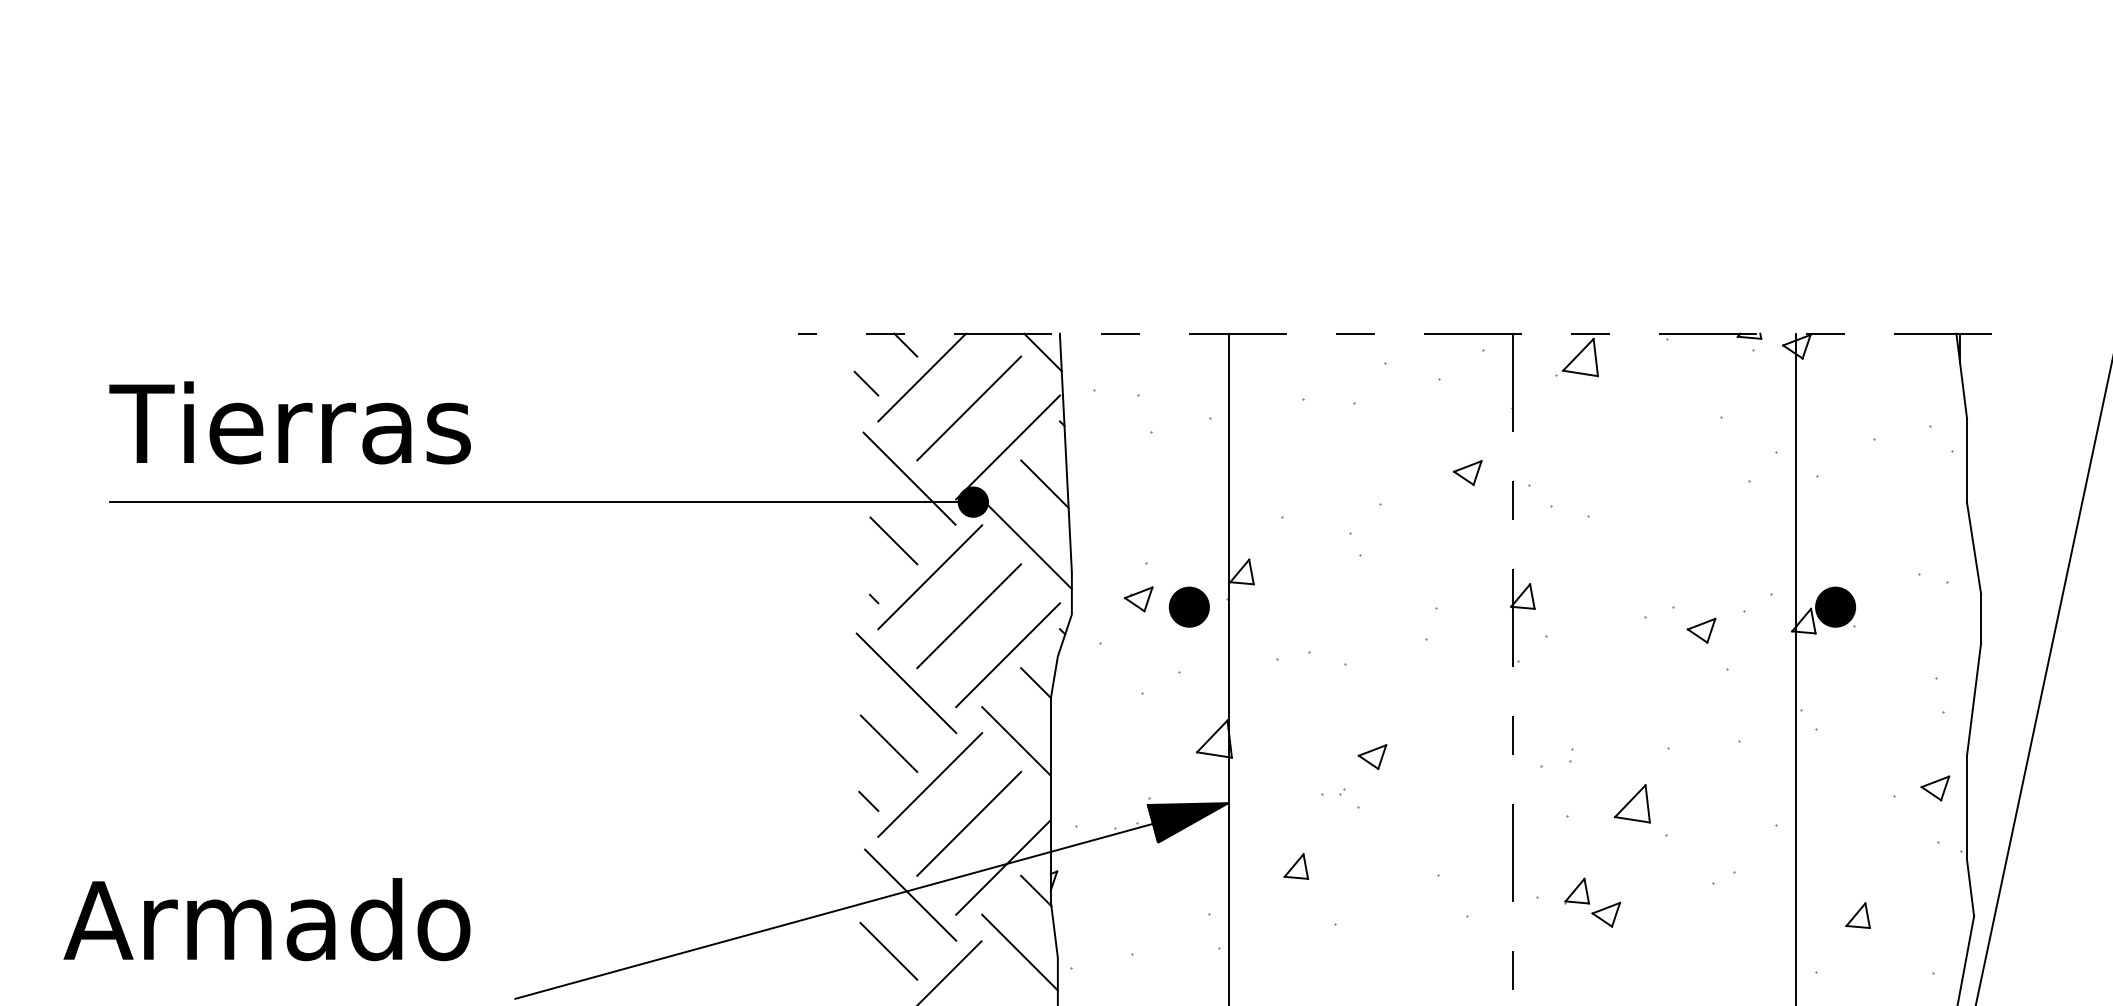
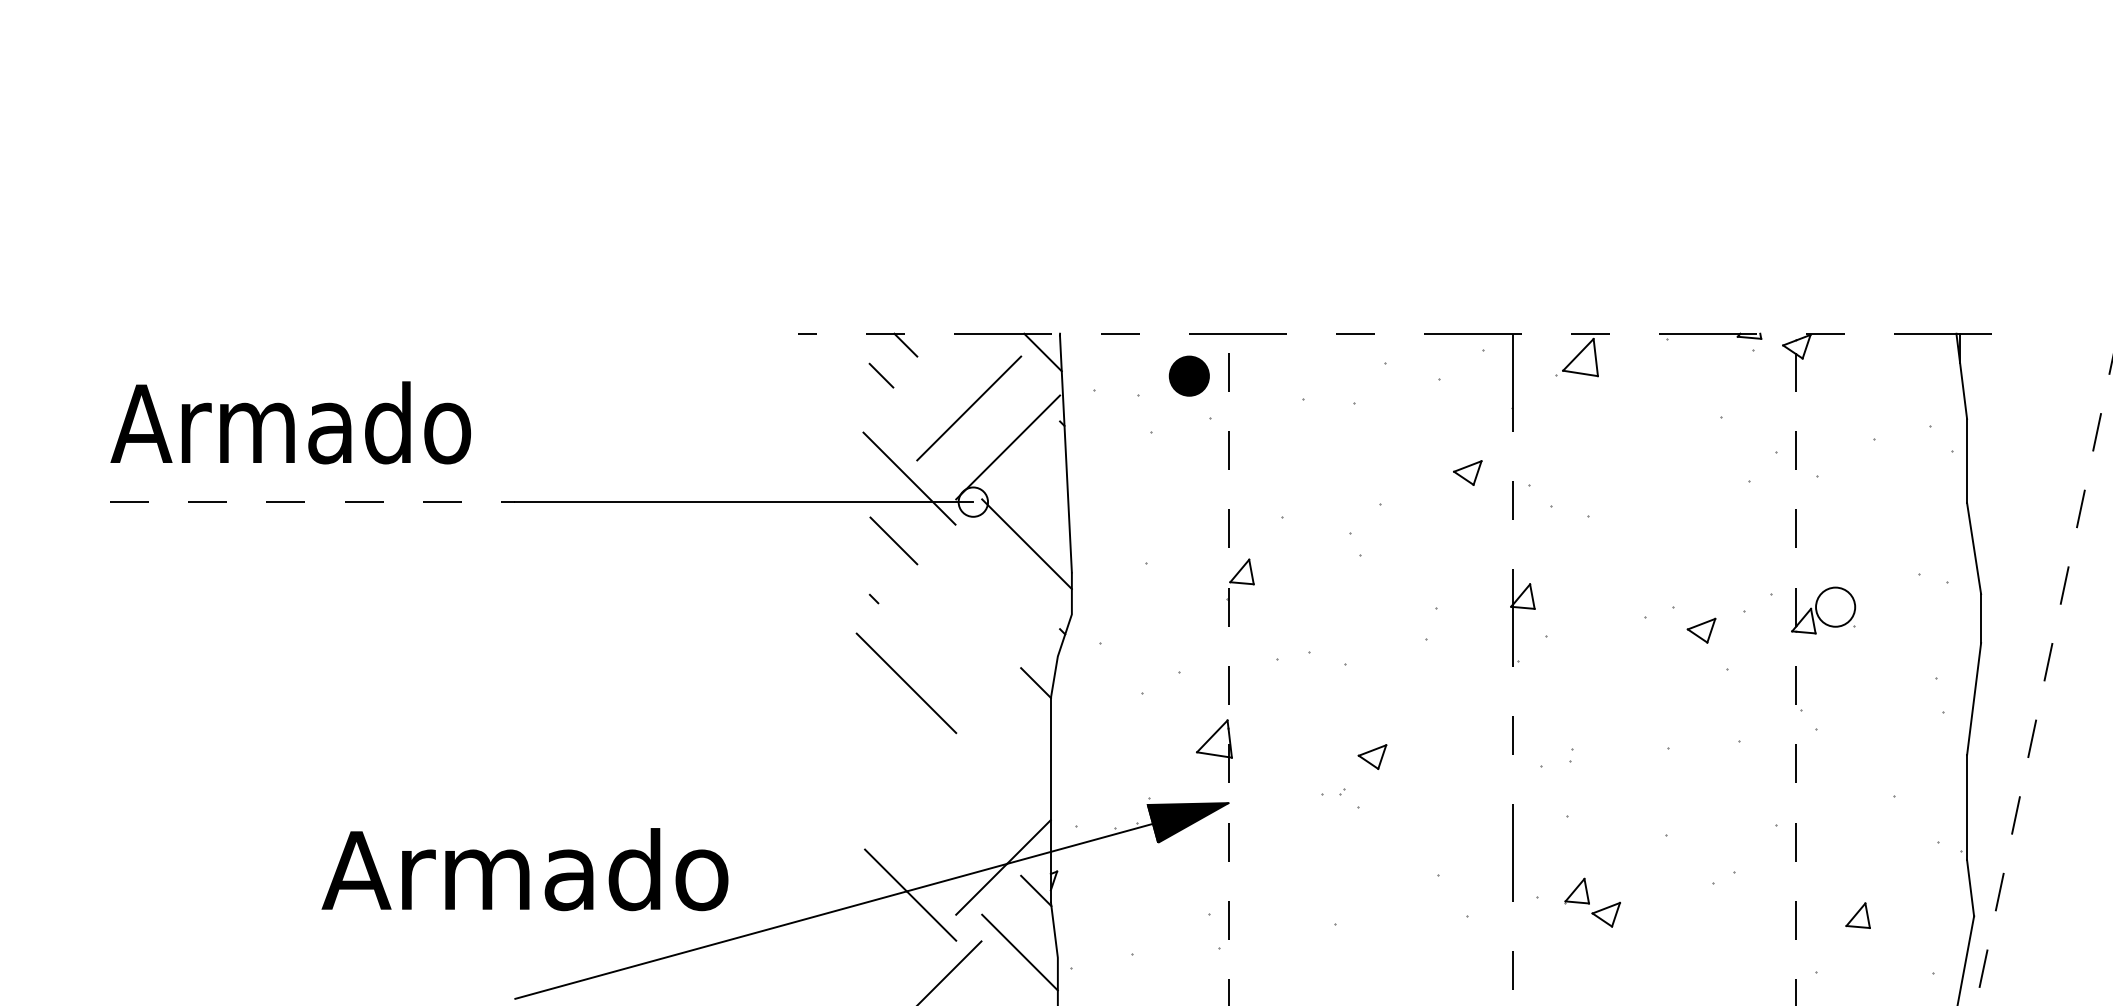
line at (922, 377): present -> none
line at (866, 383) position: (866, 383) -> (881, 375)
text at (290, 422): Tierras -> Armado
line at (1044, 483): present -> none
fill at (973, 501): present -> none
line at (312, 502): solid -> dashed
line at (930, 577): present -> none
part at (1138, 599): present -> none
part at (1188, 606) position: (1188, 606) -> (1188, 375)
fill at (1835, 606): present -> none
line at (969, 616): present -> none
line at (1008, 655): present -> none
line at (1228, 669): solid -> dashed
line at (1796, 669): solid -> dashed
line at (2044, 682): solid -> dashed
line at (1016, 741): present -> none
line at (888, 743): present -> none
line at (930, 784): present -> none
part at (1935, 788): present -> none
line at (868, 800): present -> none
part at (1632, 803): present -> none
line at (969, 823): present -> none
part at (1296, 866): present -> none
text at (266, 919) position: (266, 919) -> (524, 869)
line at (888, 950): present -> none
